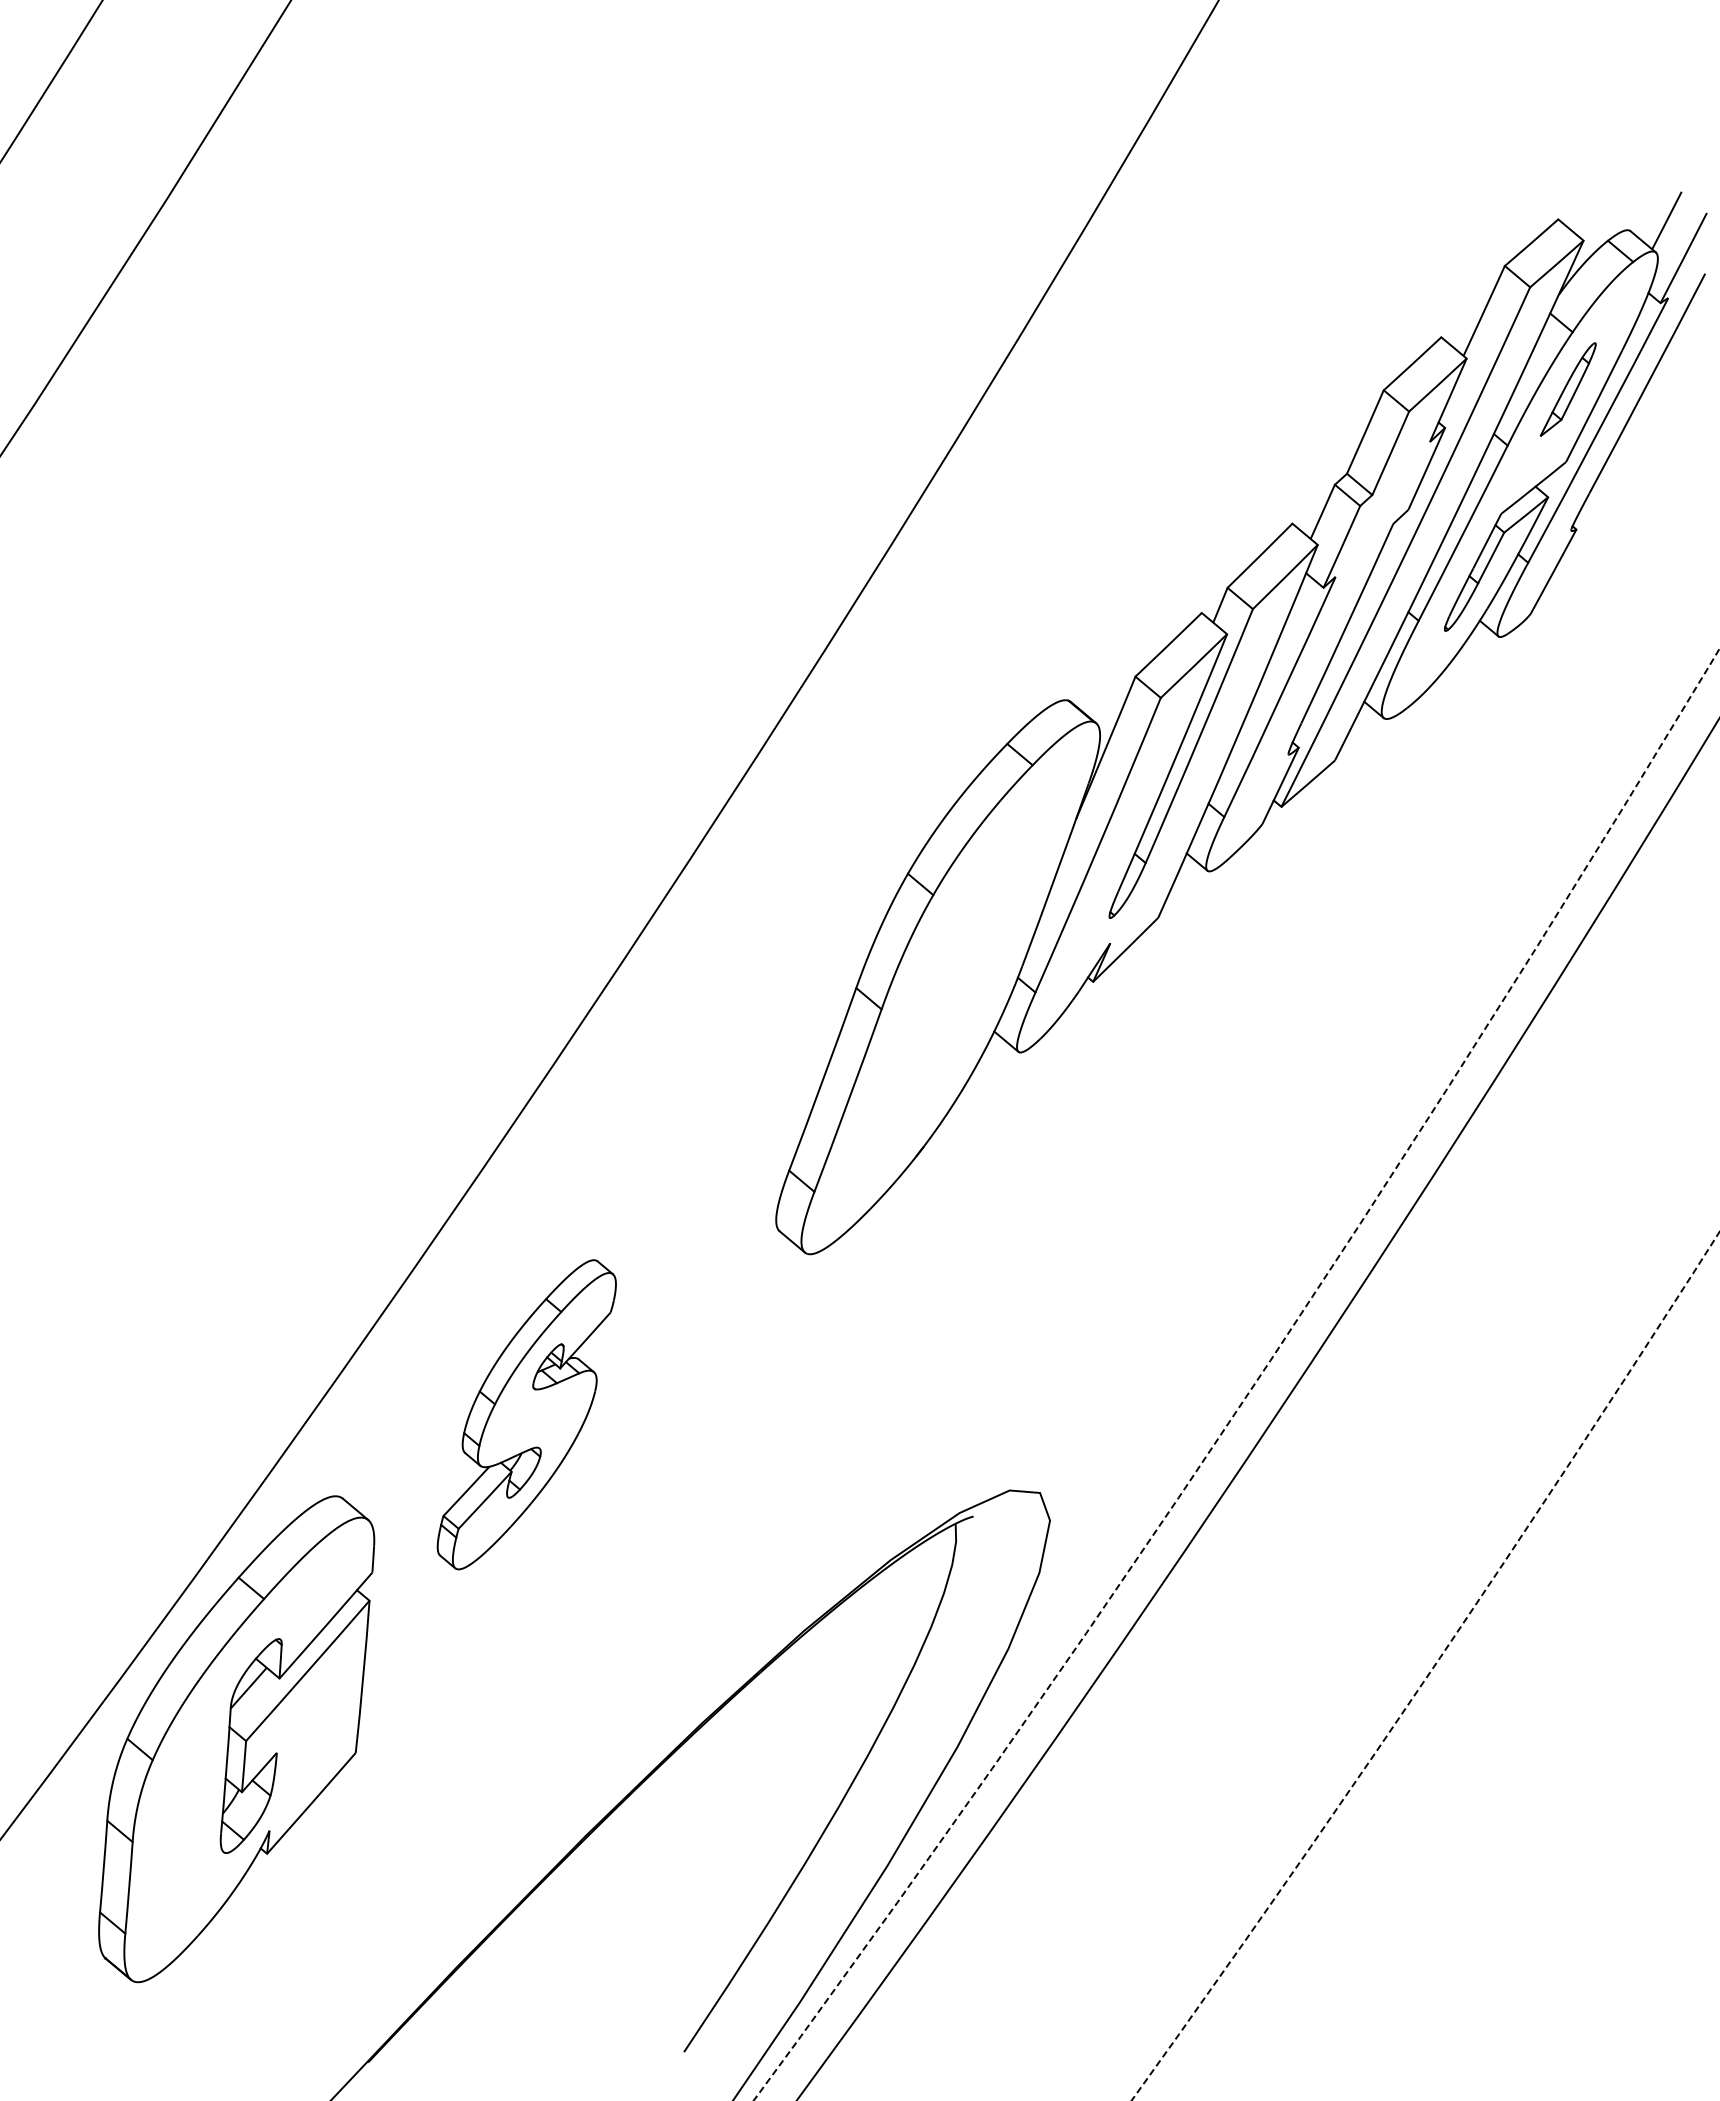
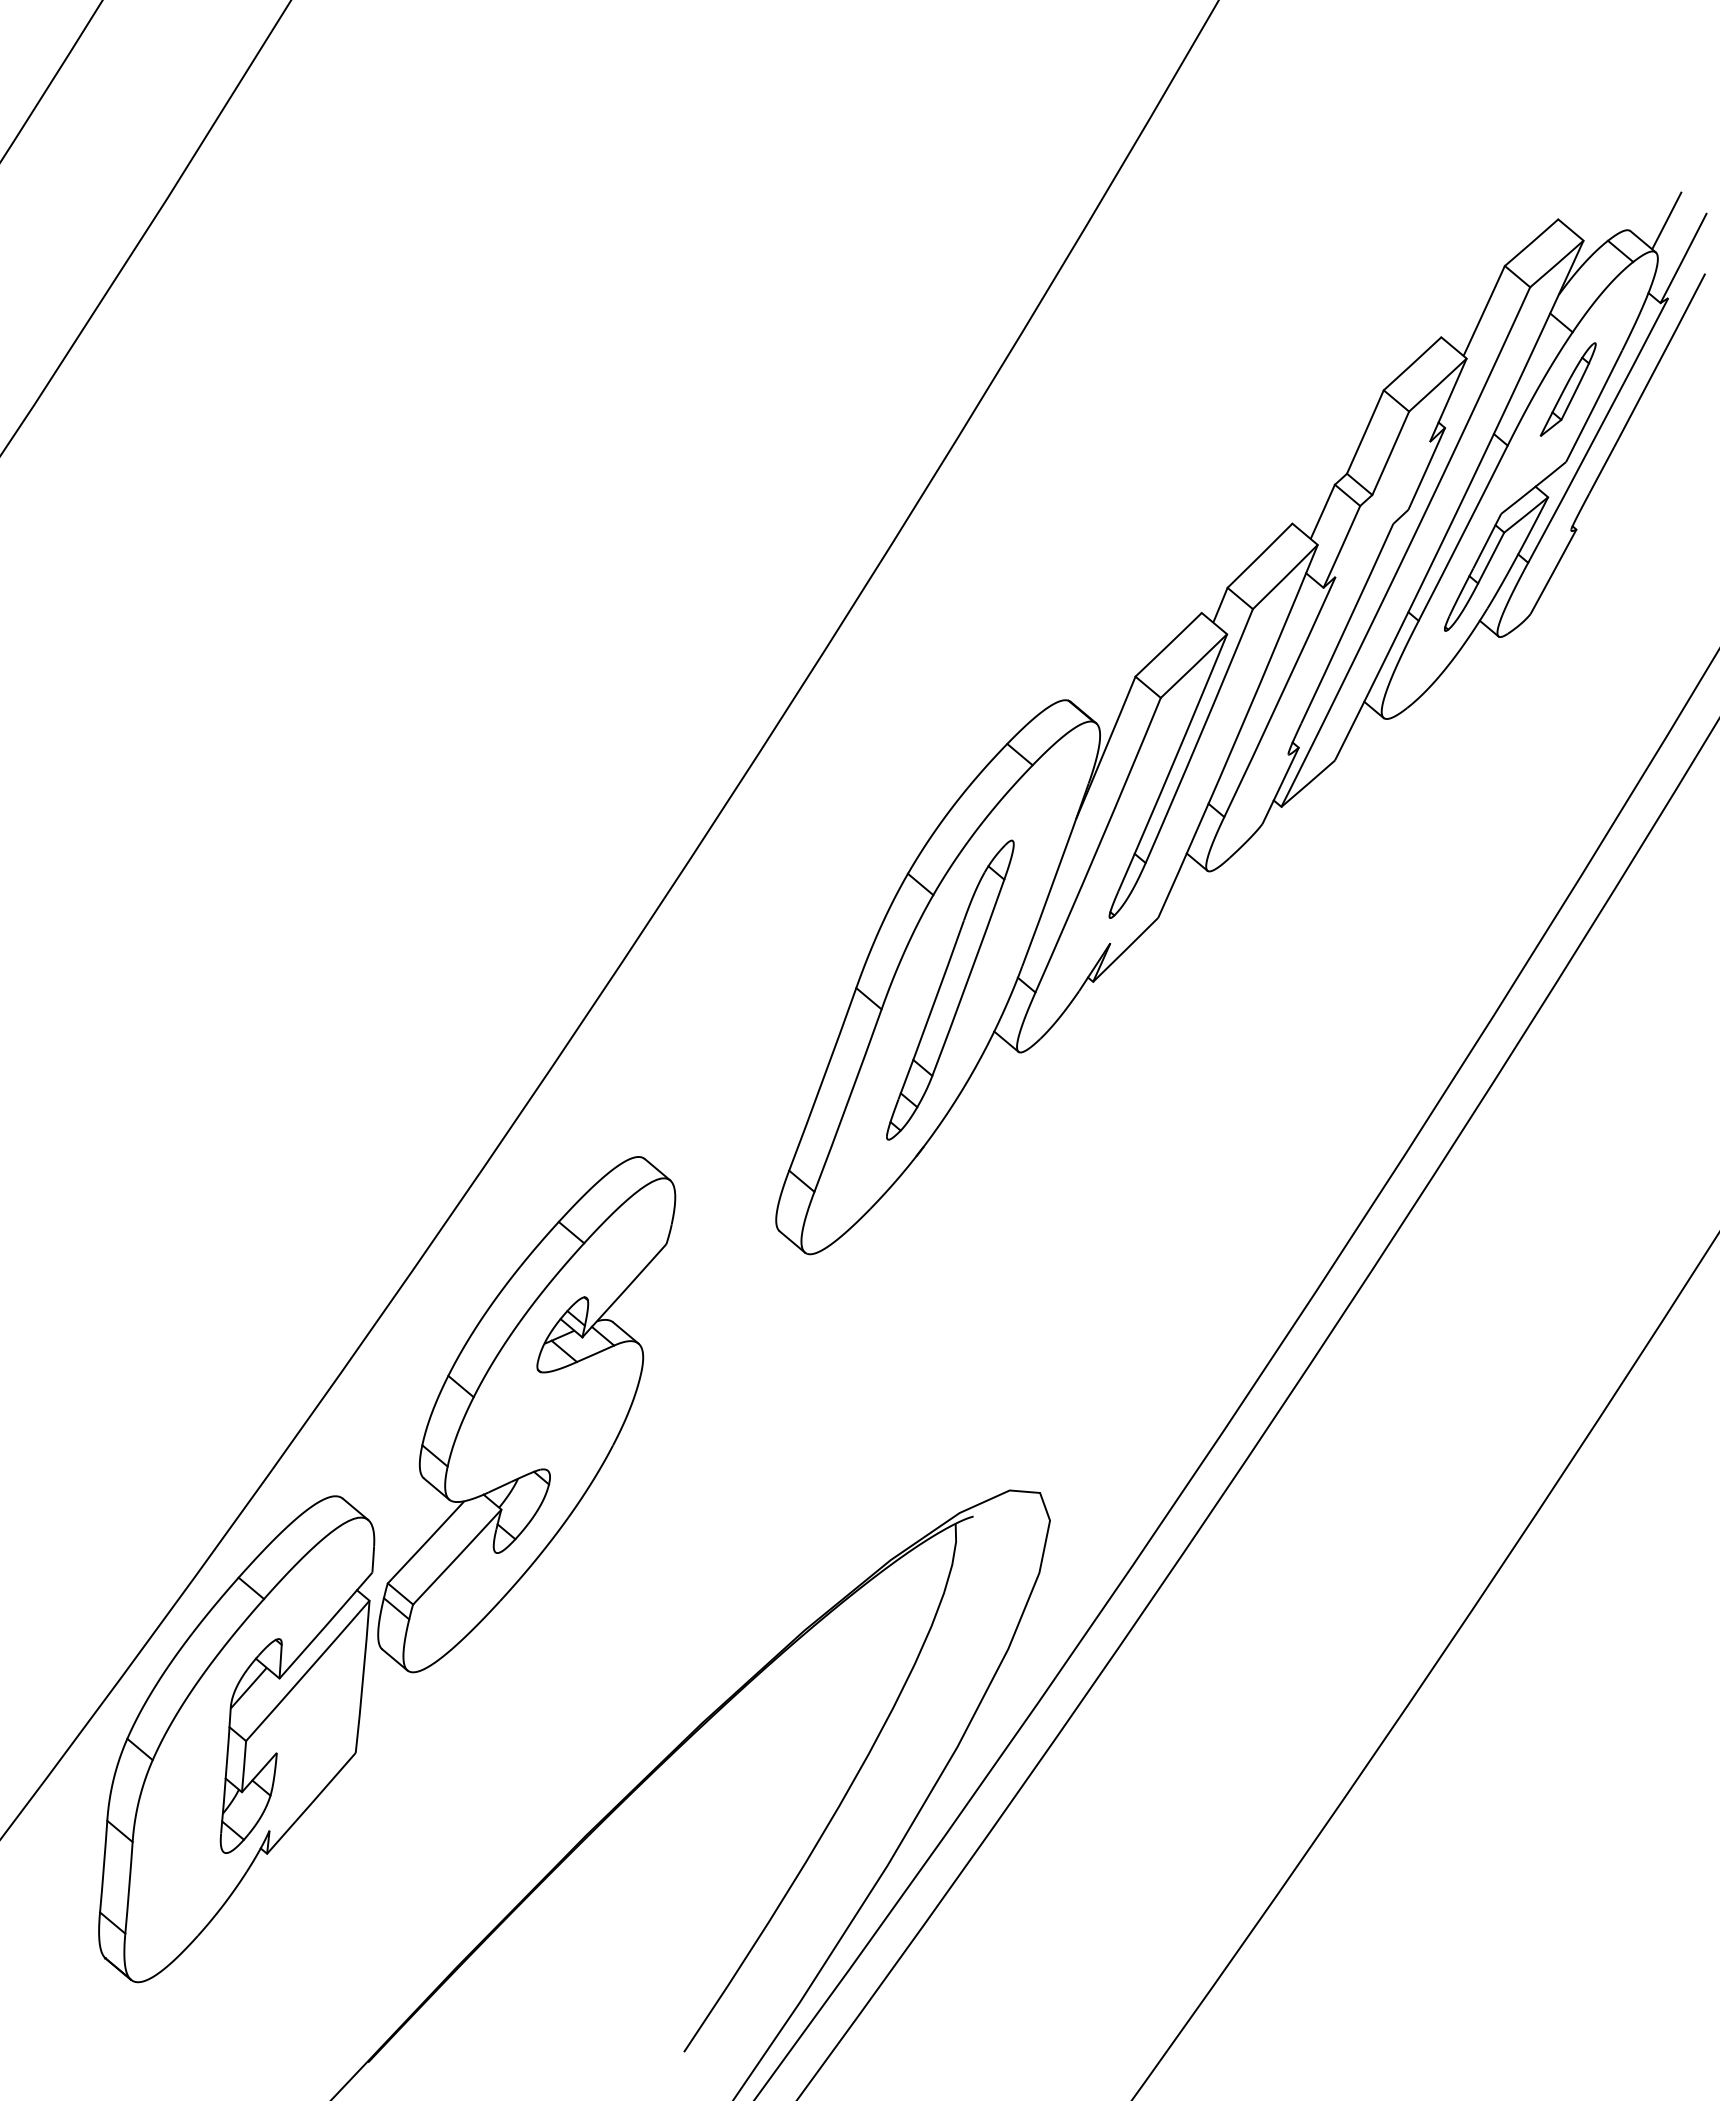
part at (950, 989): none -> present
arc at (1253, 1385): dashed -> solid
part at (526, 1414) size: 181x312 px -> 300x518 px
circle at (1425, 1665): dashed -> solid
